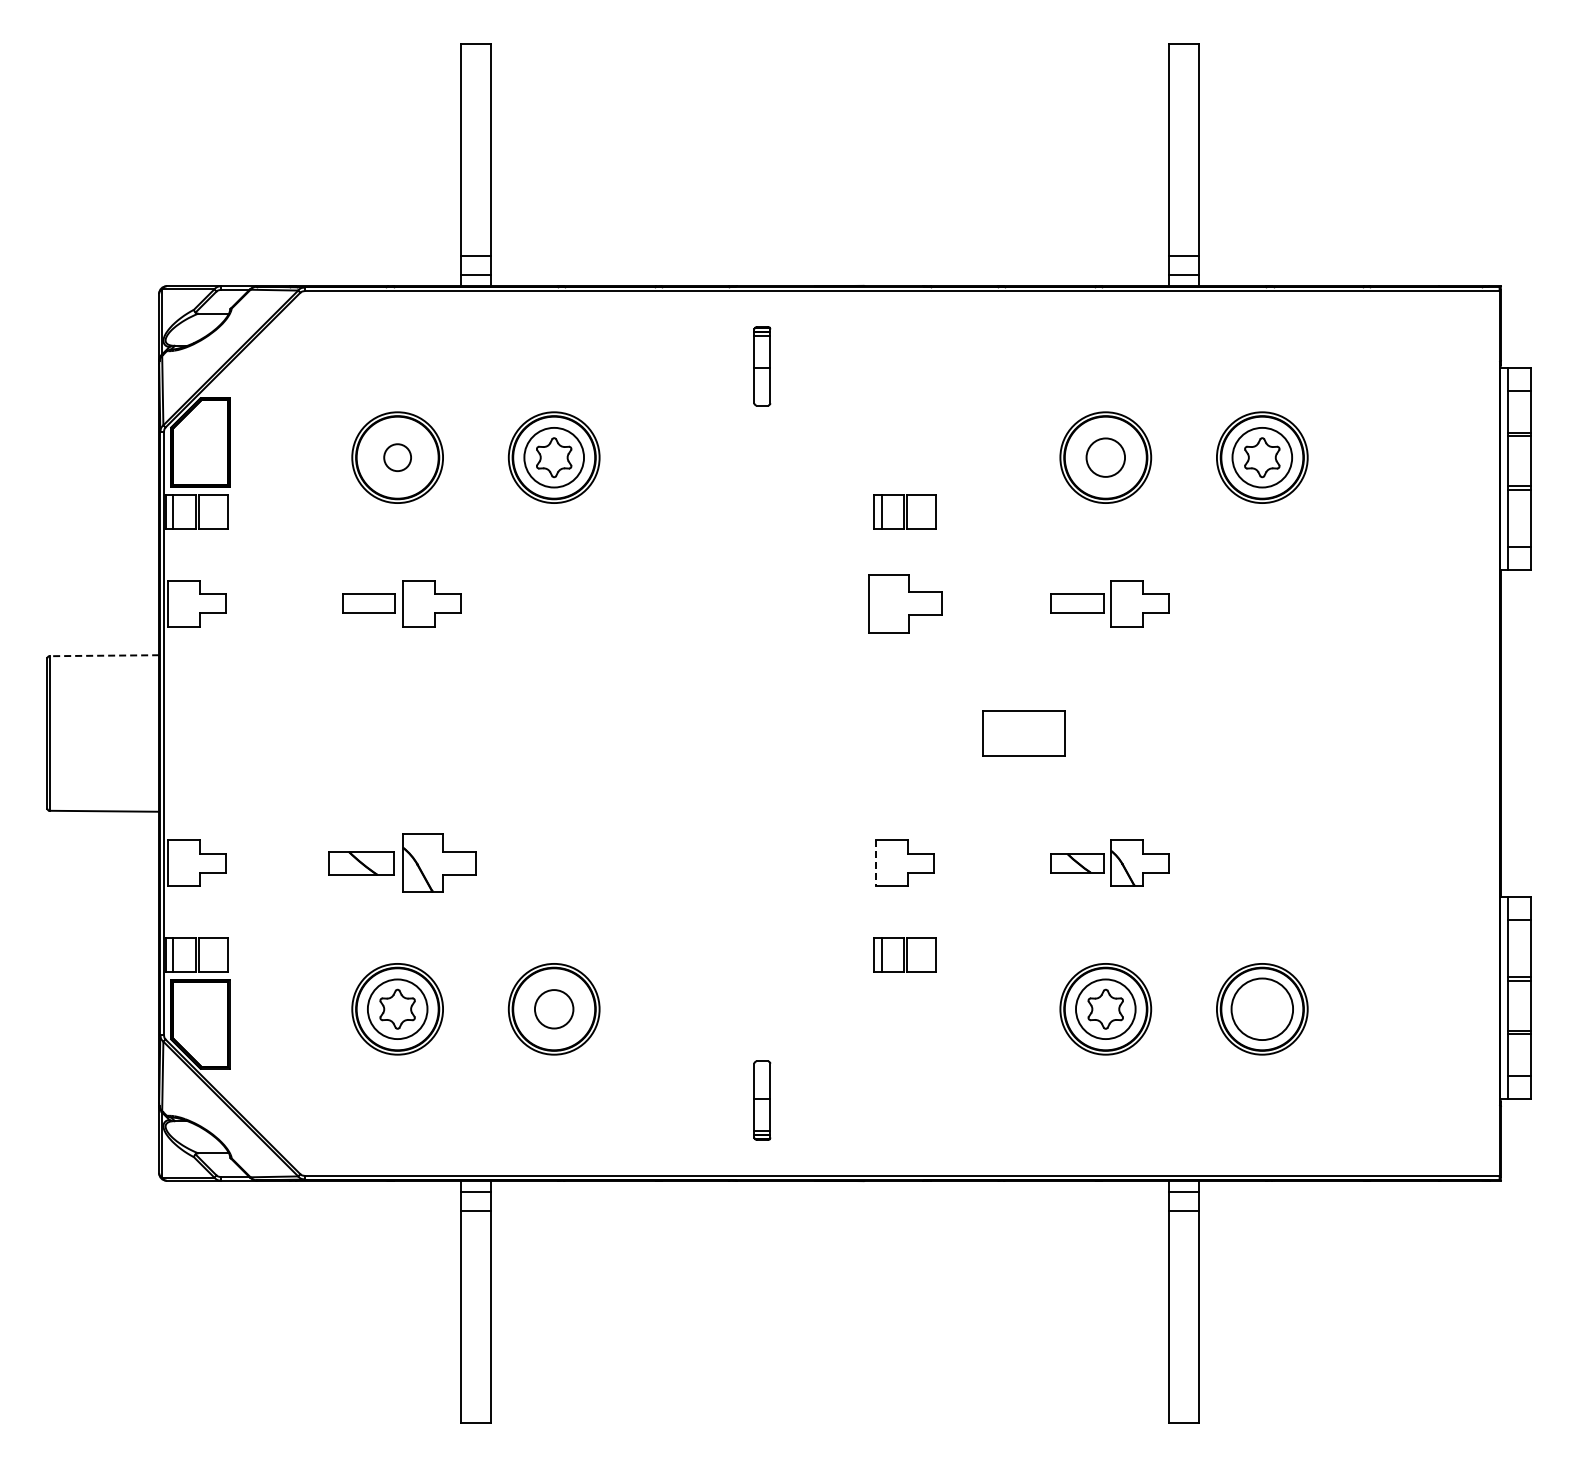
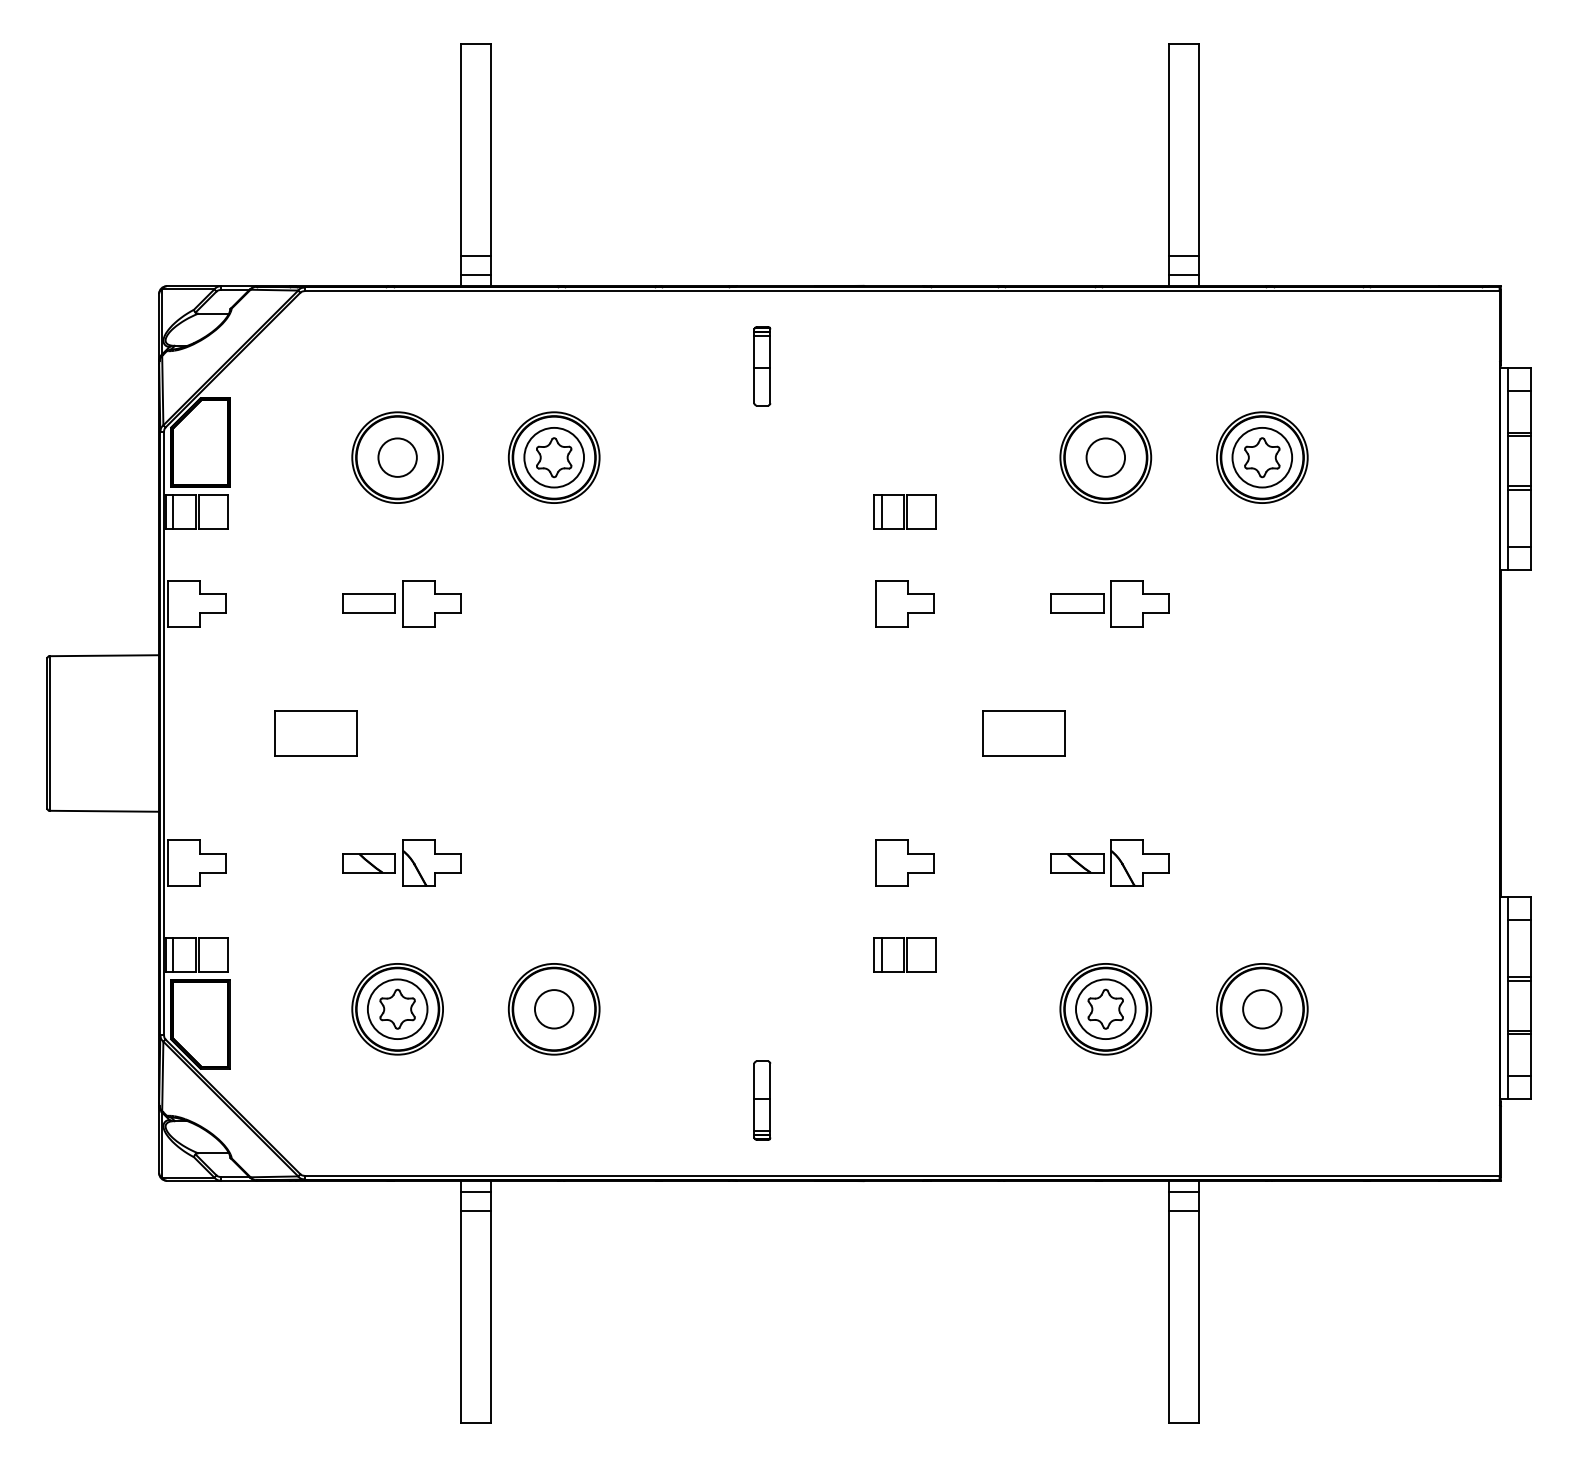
circle at (397, 457) diameter: 27 px -> 38 px
part at (905, 603) size: 75x60 px -> 60x48 px
line at (104, 655): dashed -> solid
part at (315, 733): none -> present
part at (402, 862) size: 149x60 px -> 120x48 px
line at (876, 863): dashed -> solid
circle at (1262, 1009) diameter: 62 px -> 38 px
